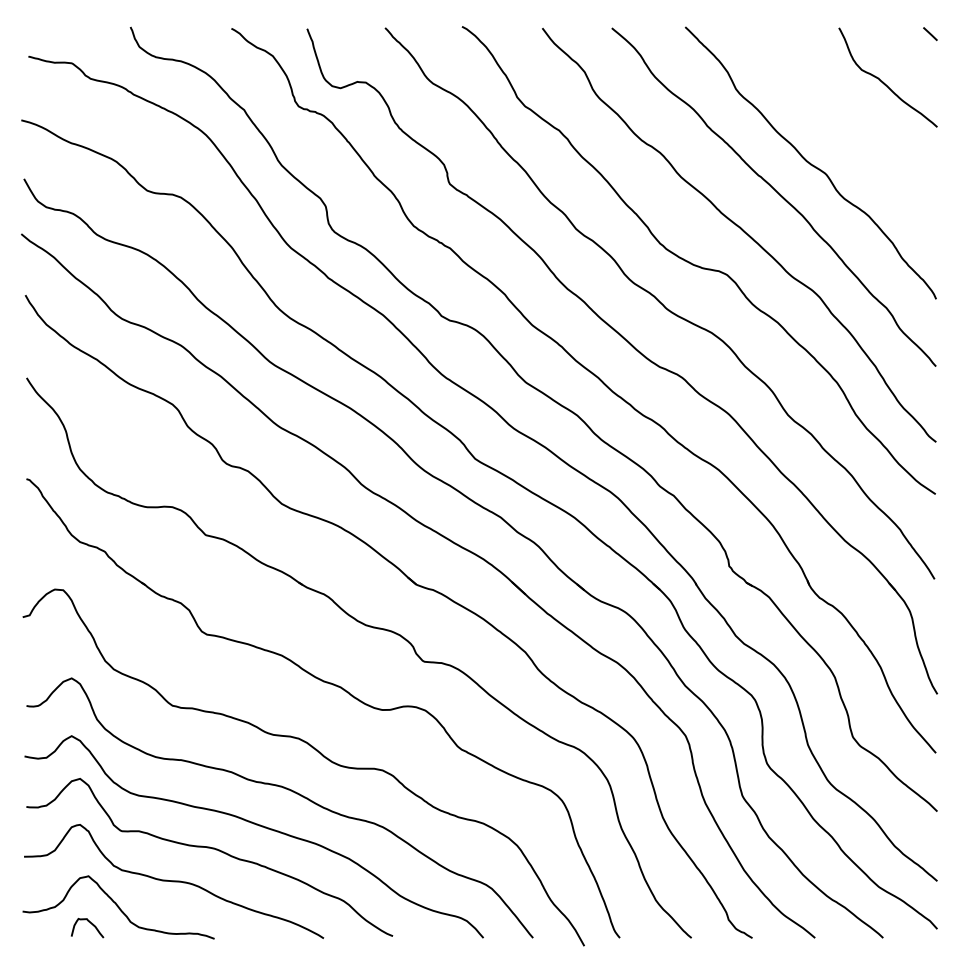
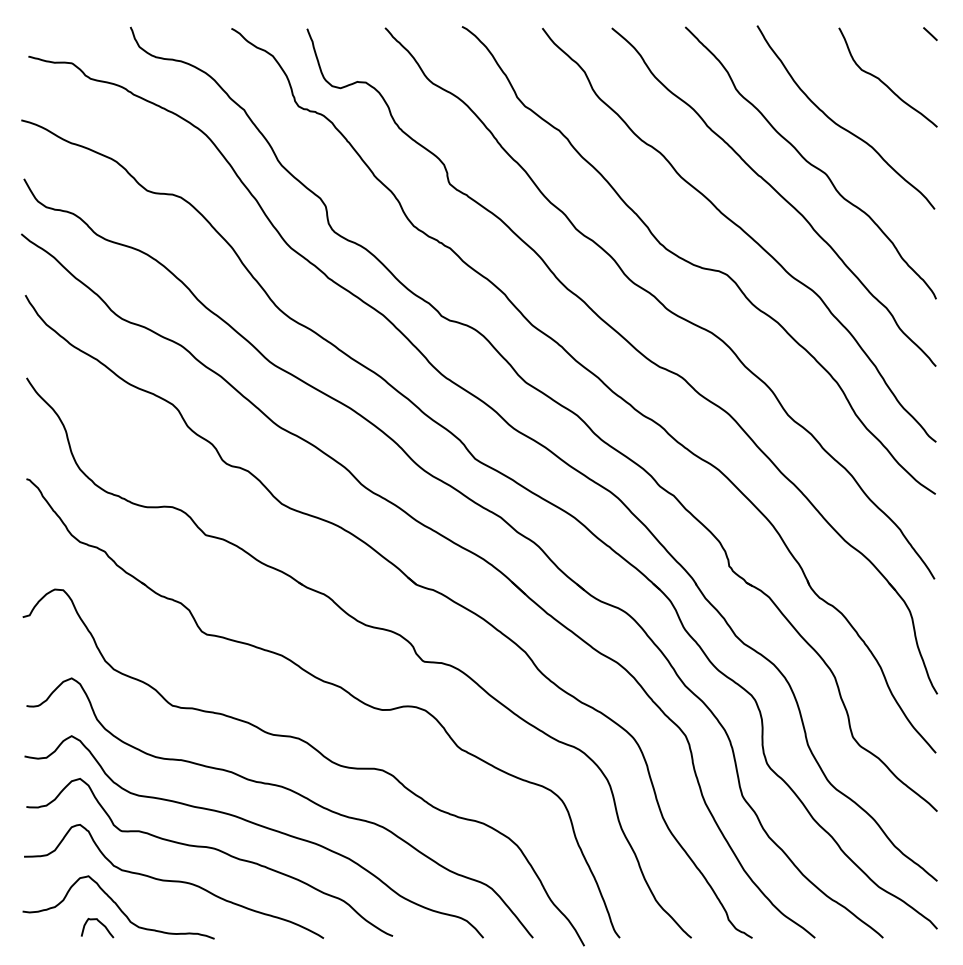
curve at (840, 125): none -> present
curve at (91, 924) position: (91, 924) -> (101, 924)
